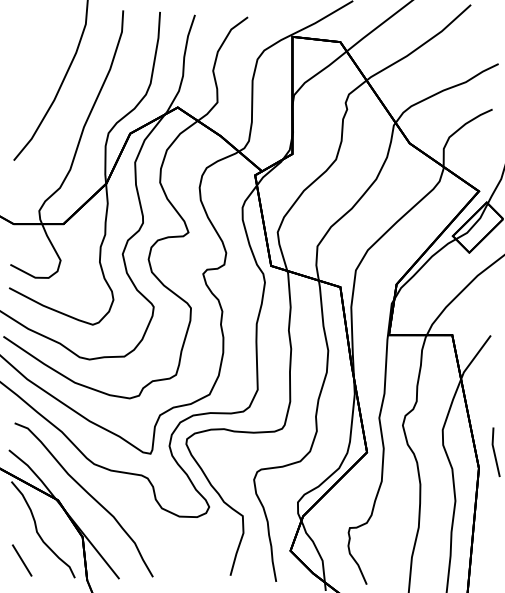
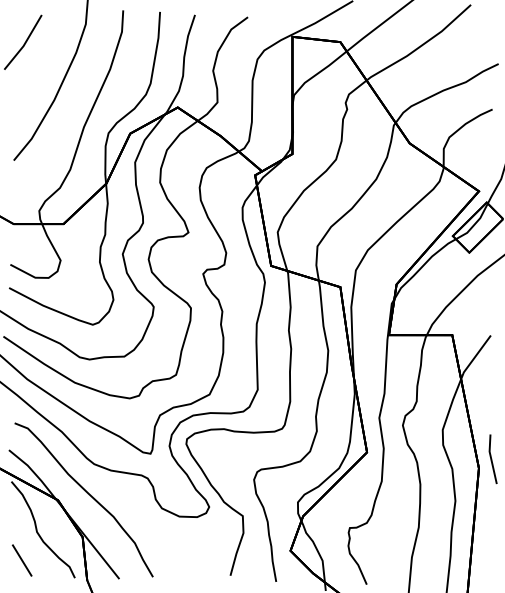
part at (23, 41): none -> present
part at (495, 452) position: (495, 452) -> (492, 459)
